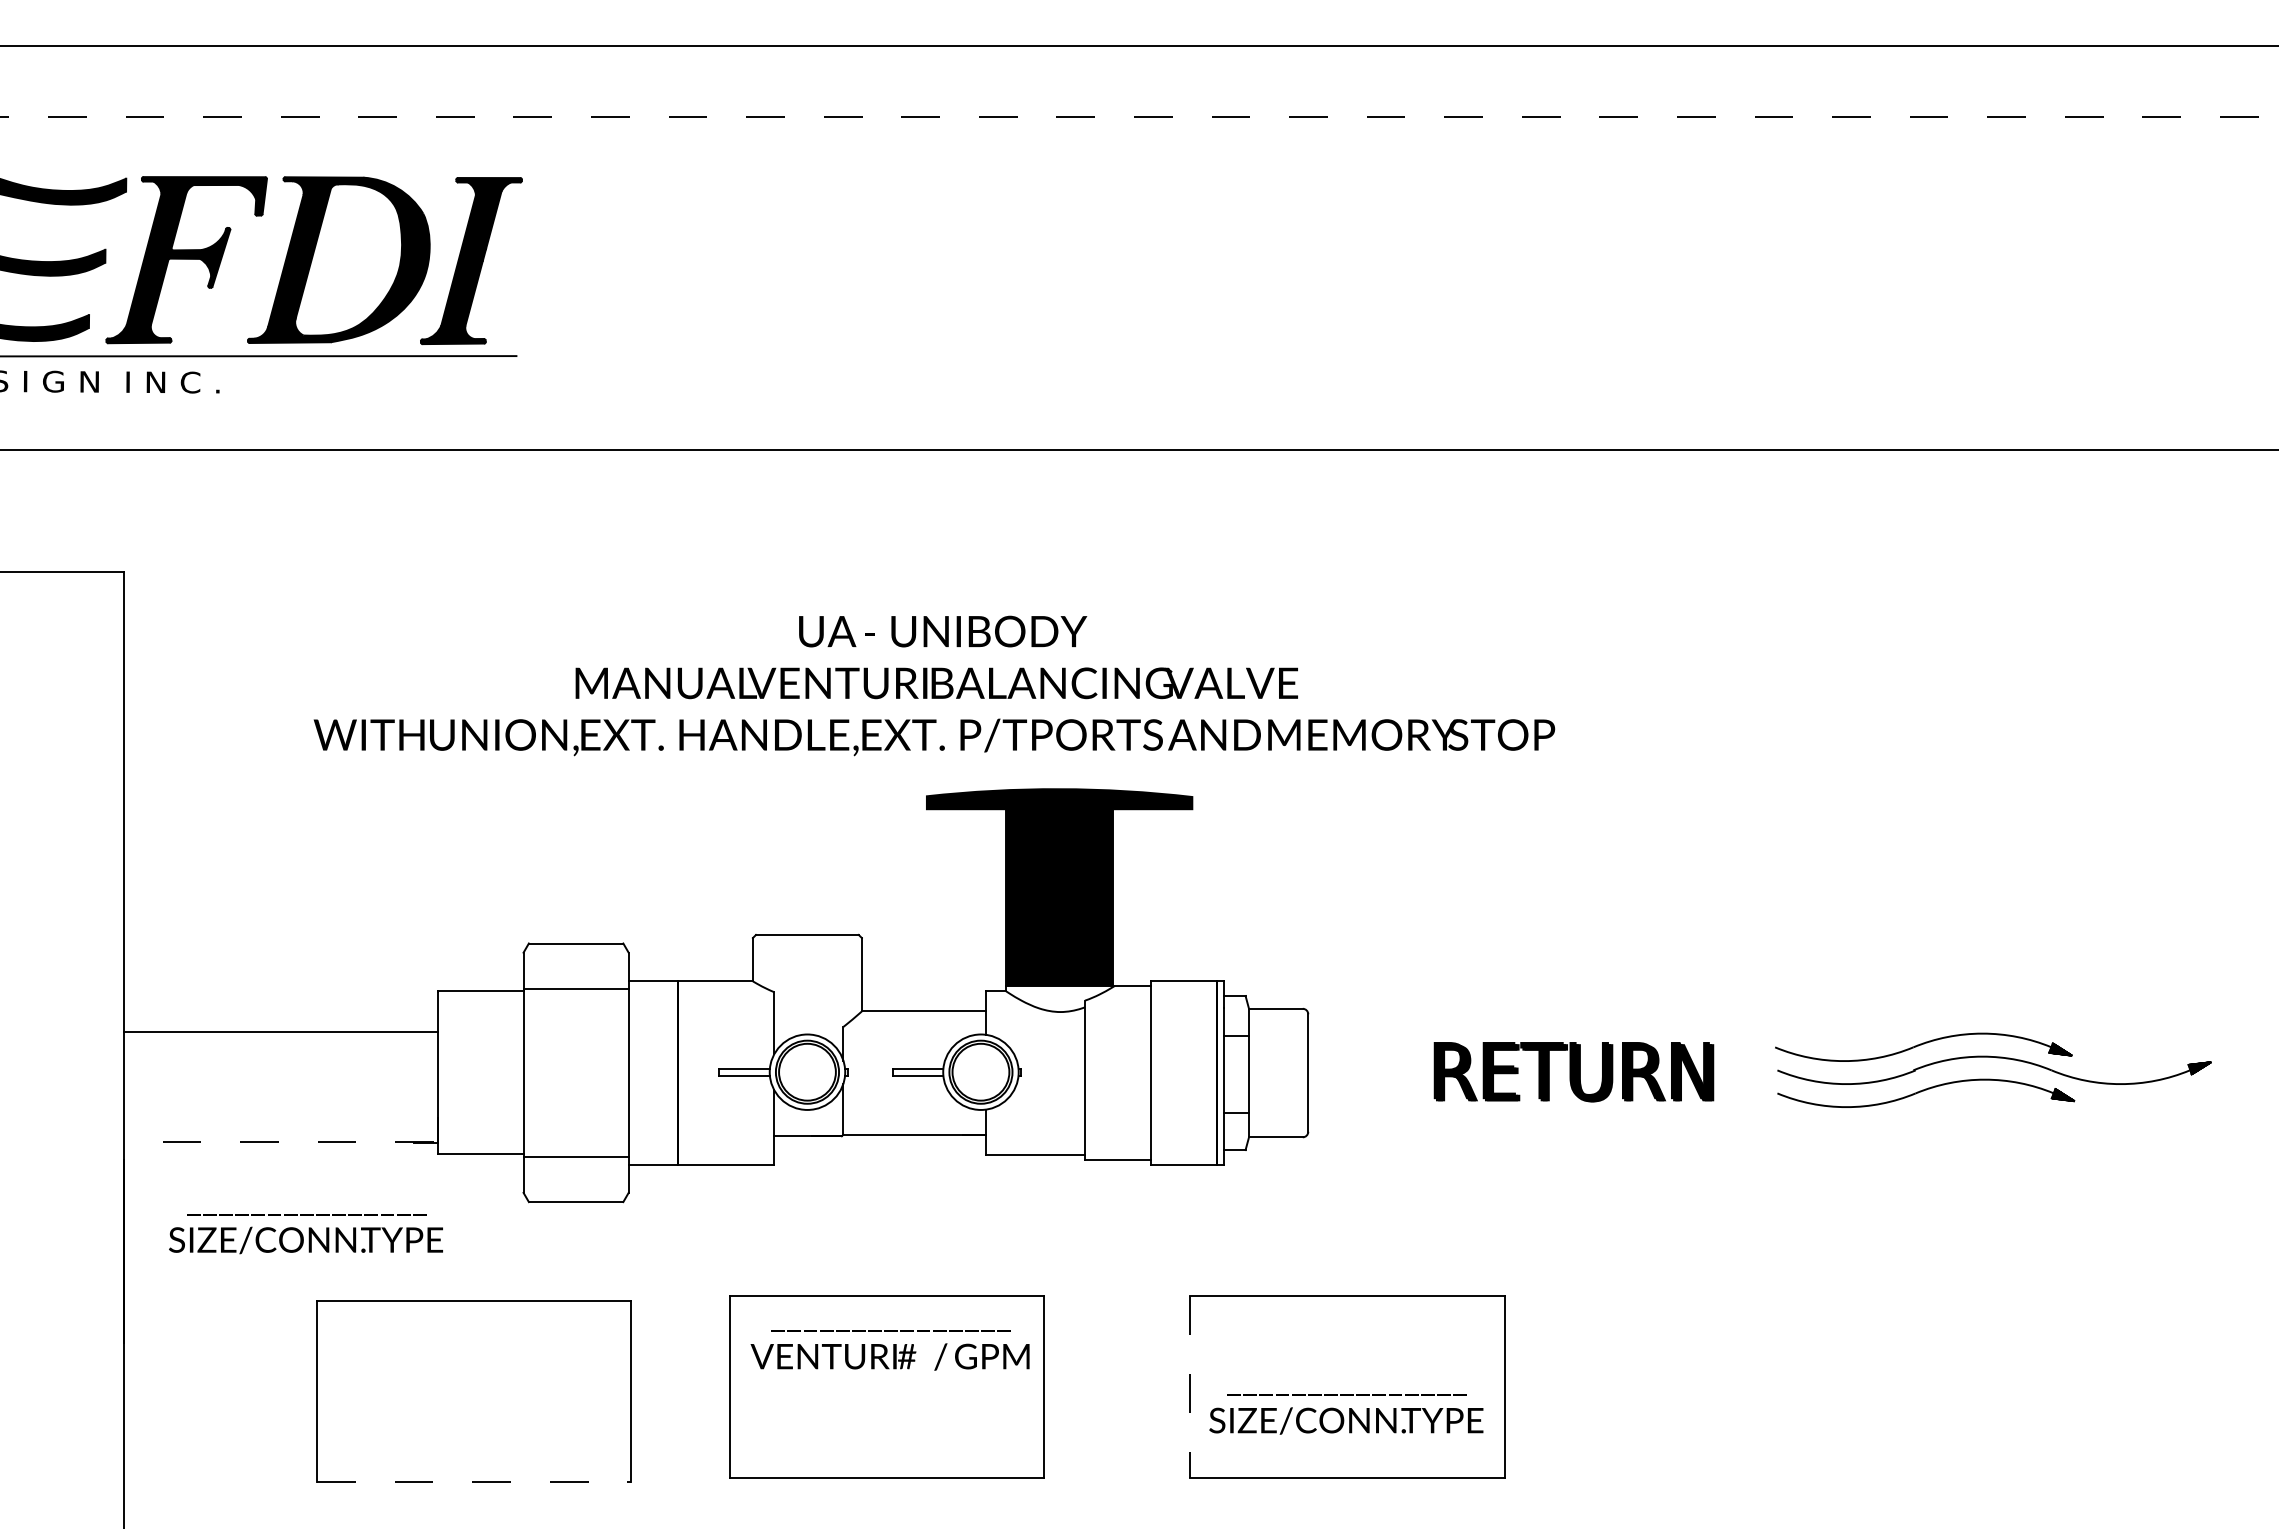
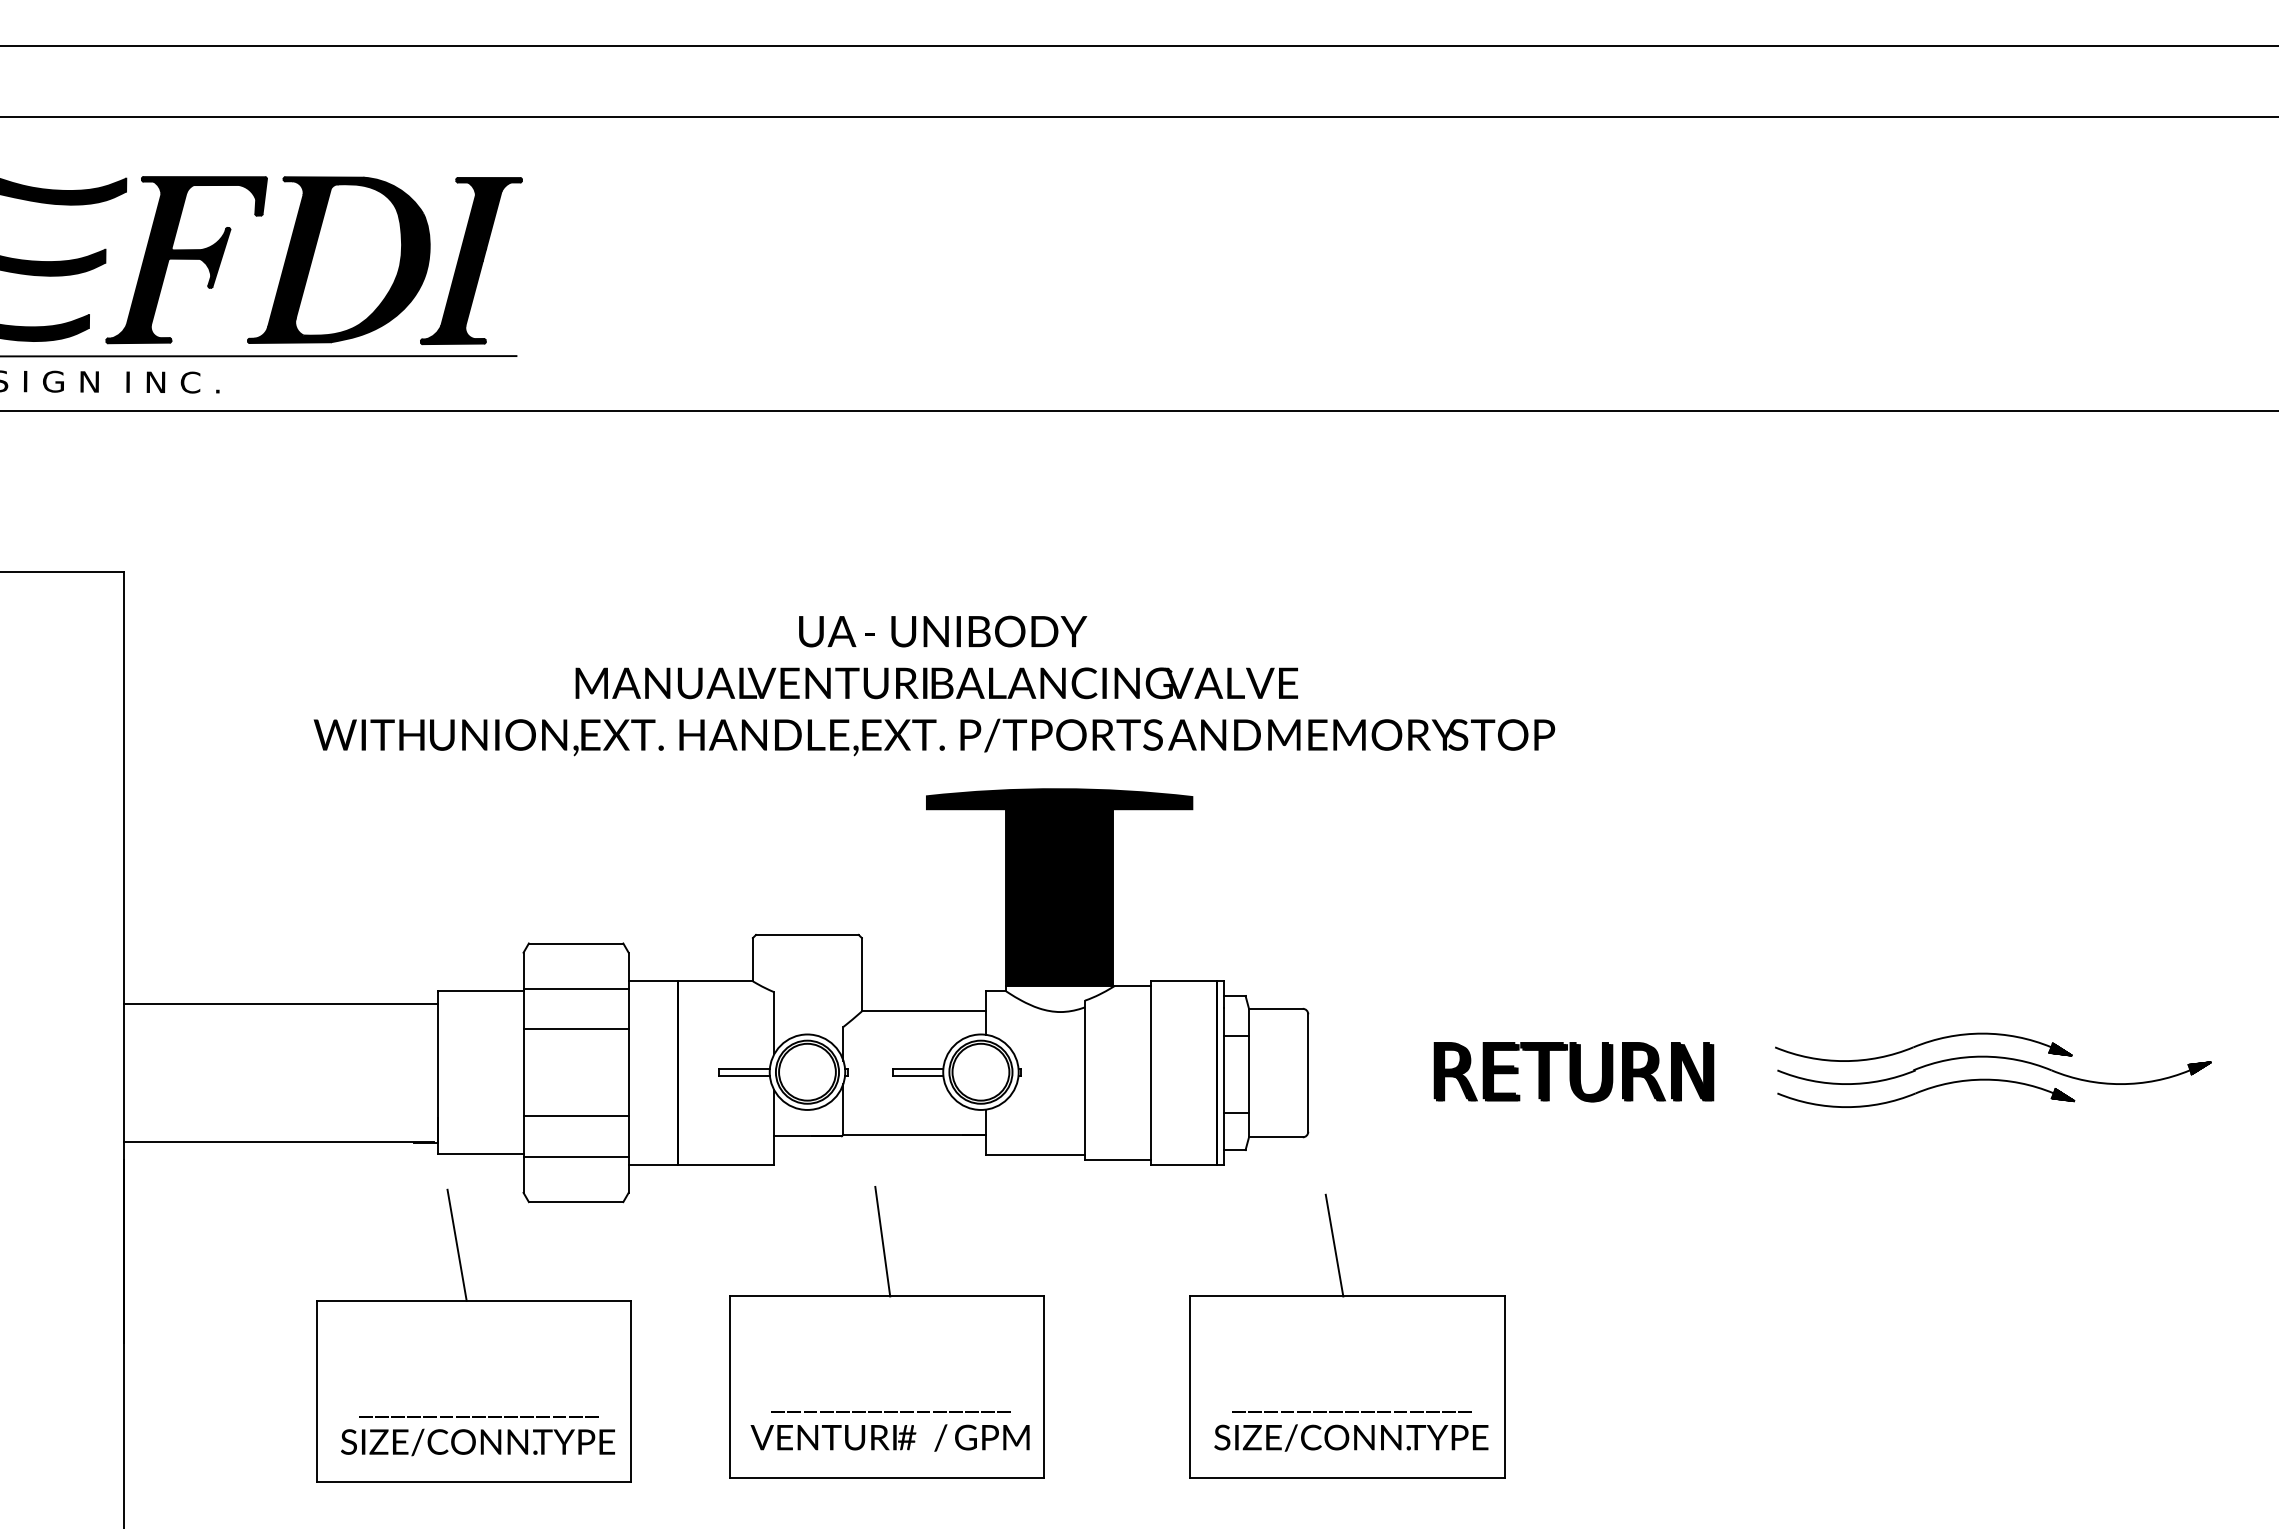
line at (1139, 116): dashed -> solid
line at (1138, 450) position: (1138, 450) -> (1138, 411)
line at (575, 1029): none -> present
line at (280, 1032) position: (280, 1032) -> (280, 1004)
line at (575, 1116): none -> present
line at (279, 1142): dashed -> solid
text at (305, 1234) position: (305, 1234) -> (477, 1436)
line at (882, 1241): none -> present
line at (456, 1244): none -> present
line at (1334, 1245): none -> present
text at (889, 1350) position: (889, 1350) -> (889, 1431)
line at (1190, 1387): dashed -> solid
text at (1346, 1414) position: (1346, 1414) -> (1351, 1431)
line at (474, 1482): dashed -> solid
